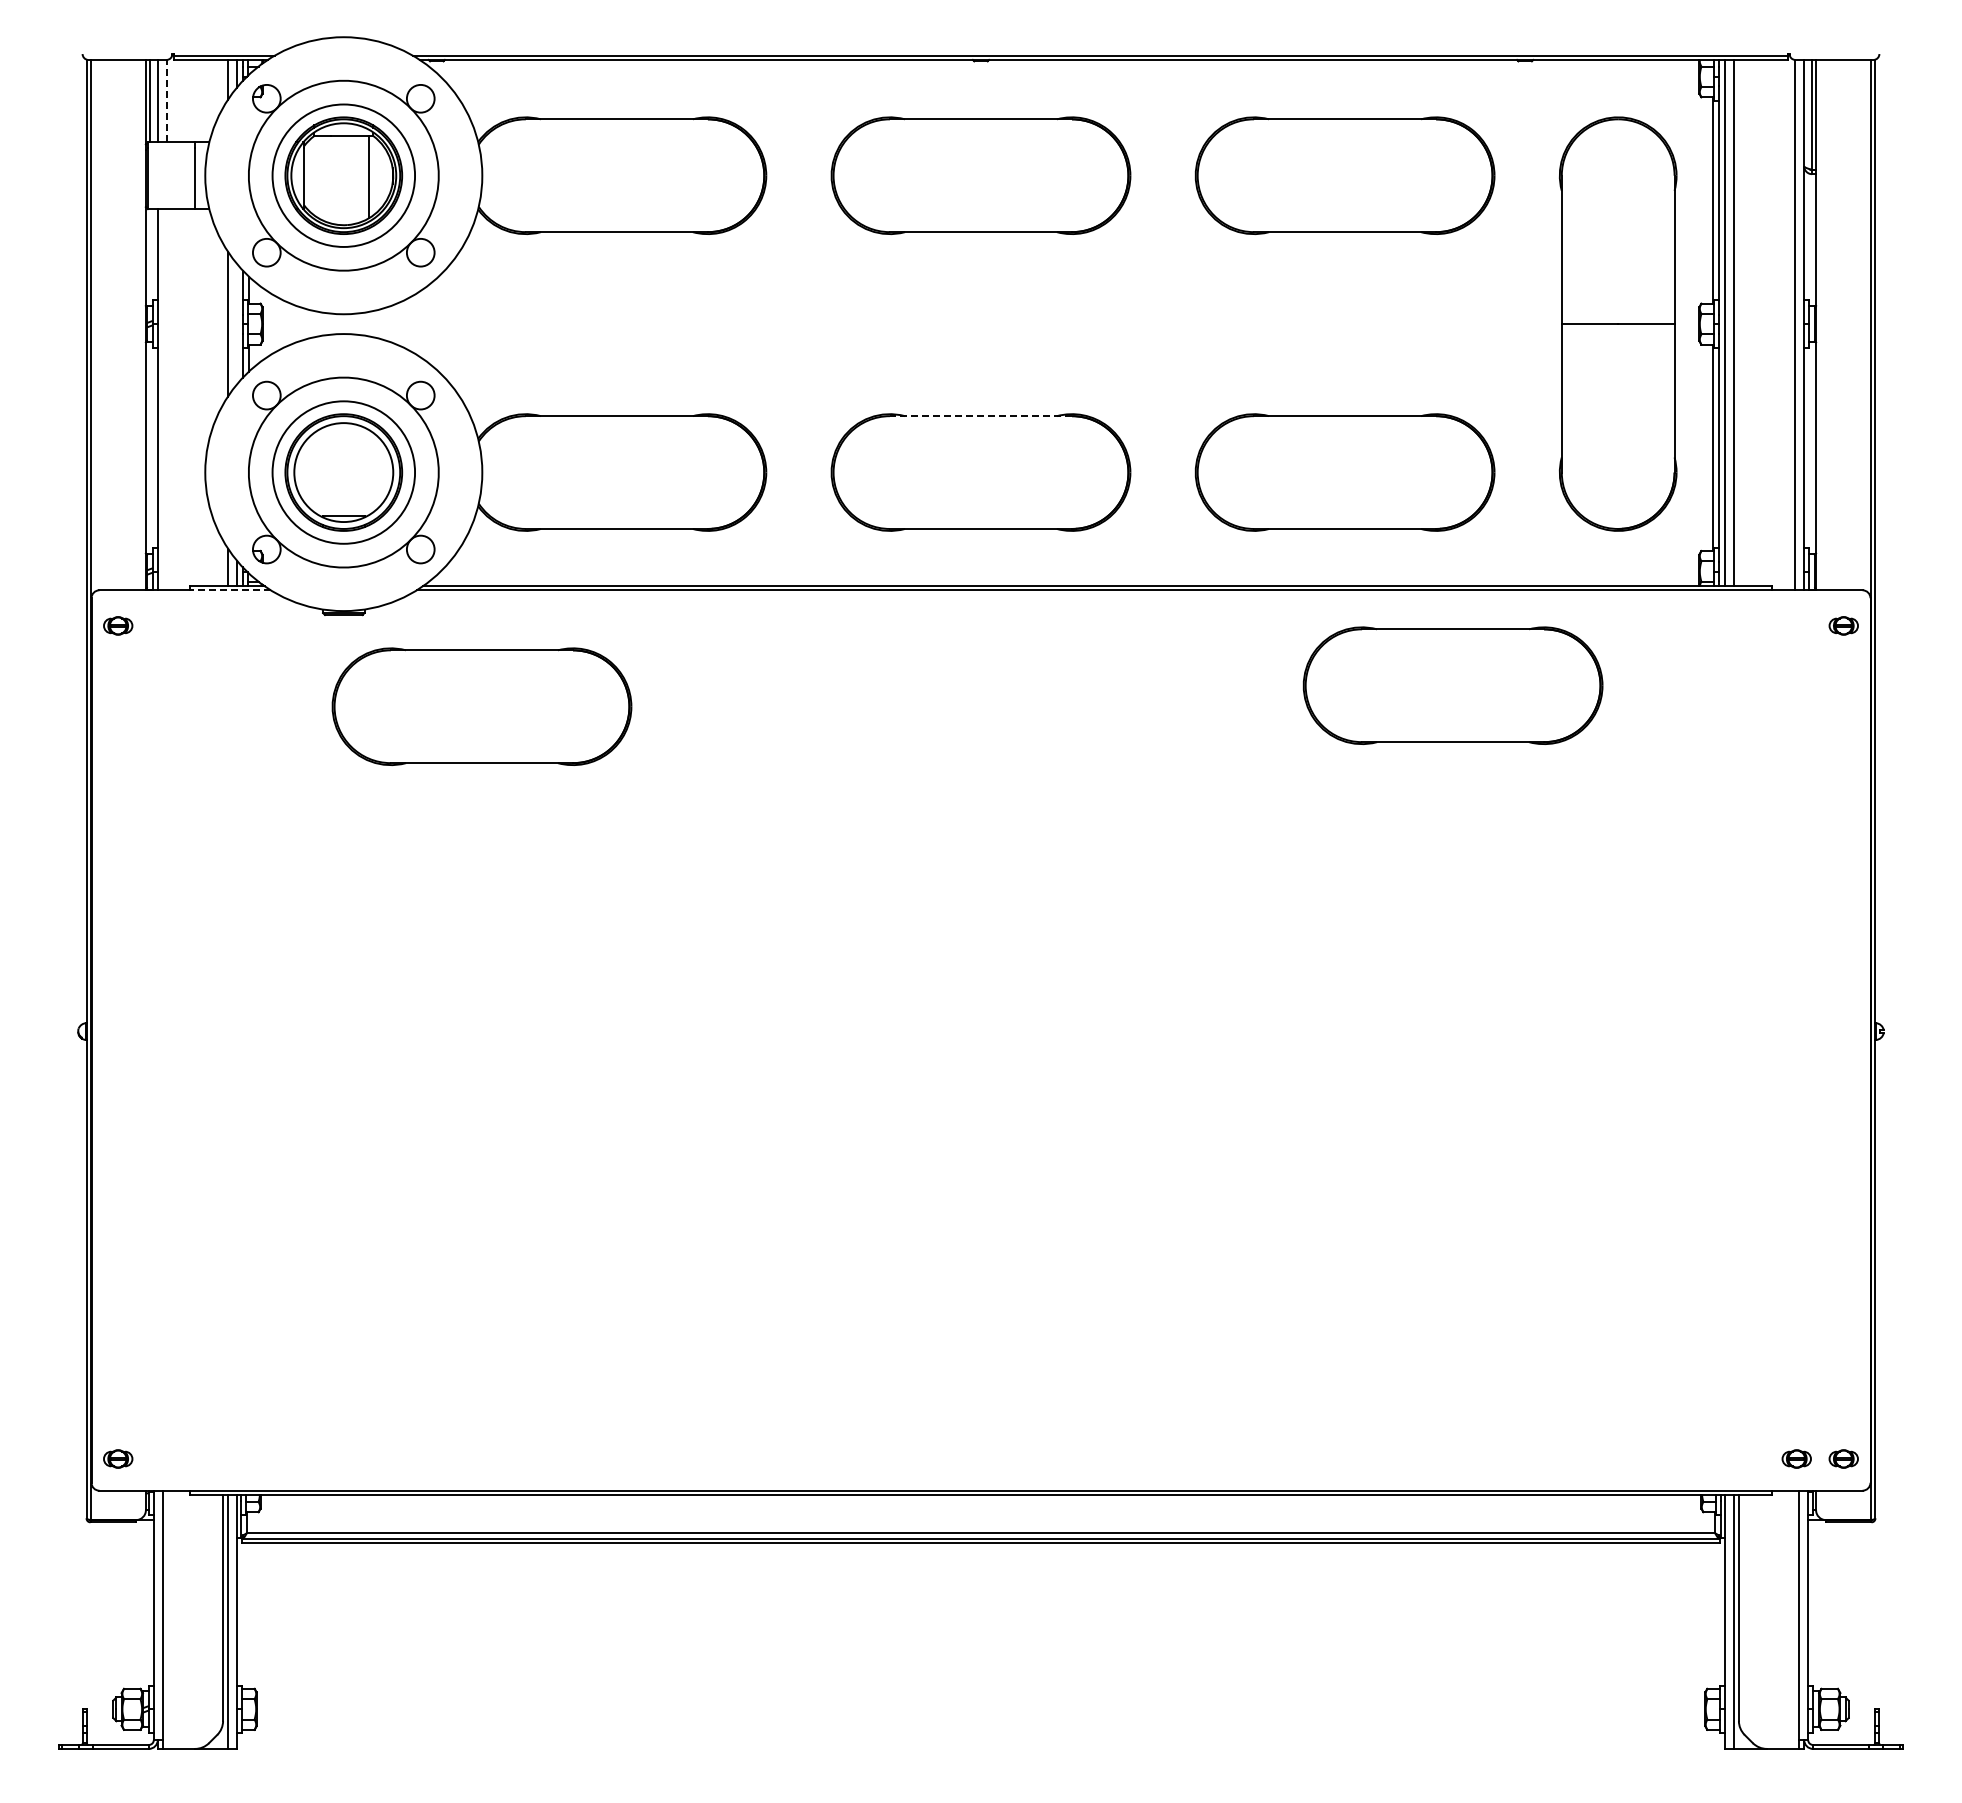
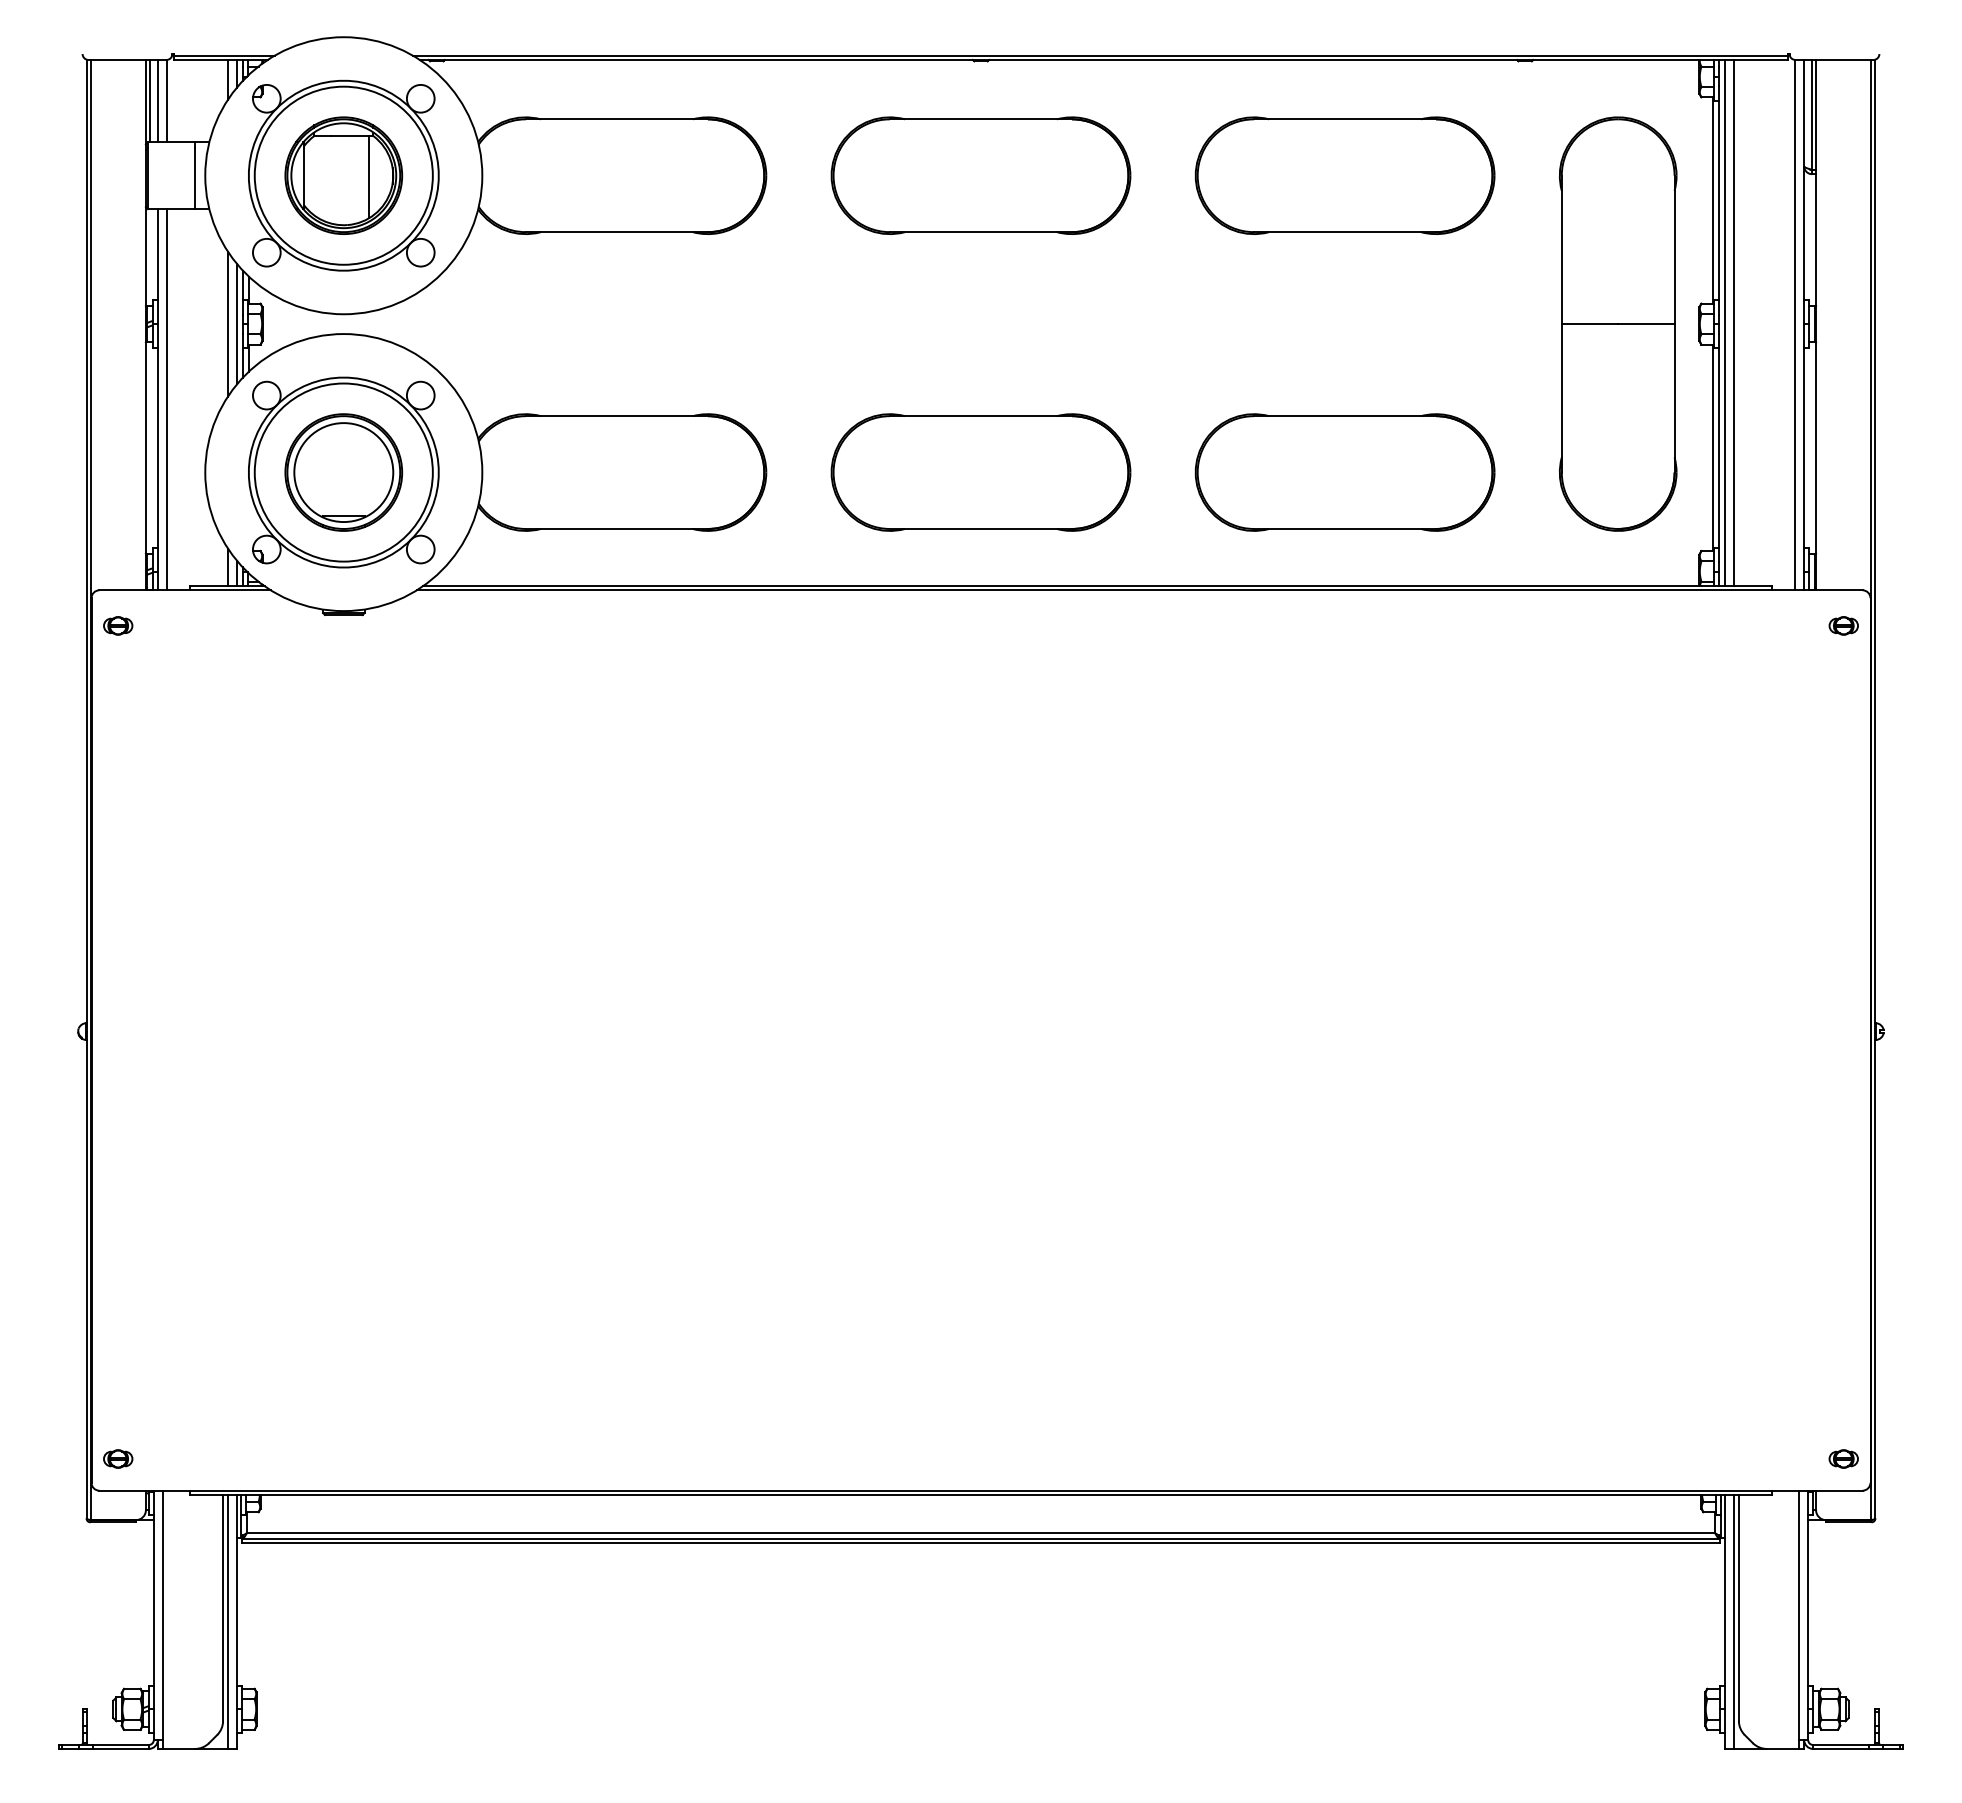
line at (166, 100): dashed -> solid
circle at (343, 175) diameter: 142 px -> 178 px
line at (236, 323): none -> present
line at (166, 399): none -> present
line at (980, 416): dashed -> solid
circle at (343, 472) diameter: 142 px -> 178 px
line at (230, 590): dashed -> solid
part at (1452, 685): present -> none
part at (481, 706): present -> none
part at (1796, 1458): present -> none
